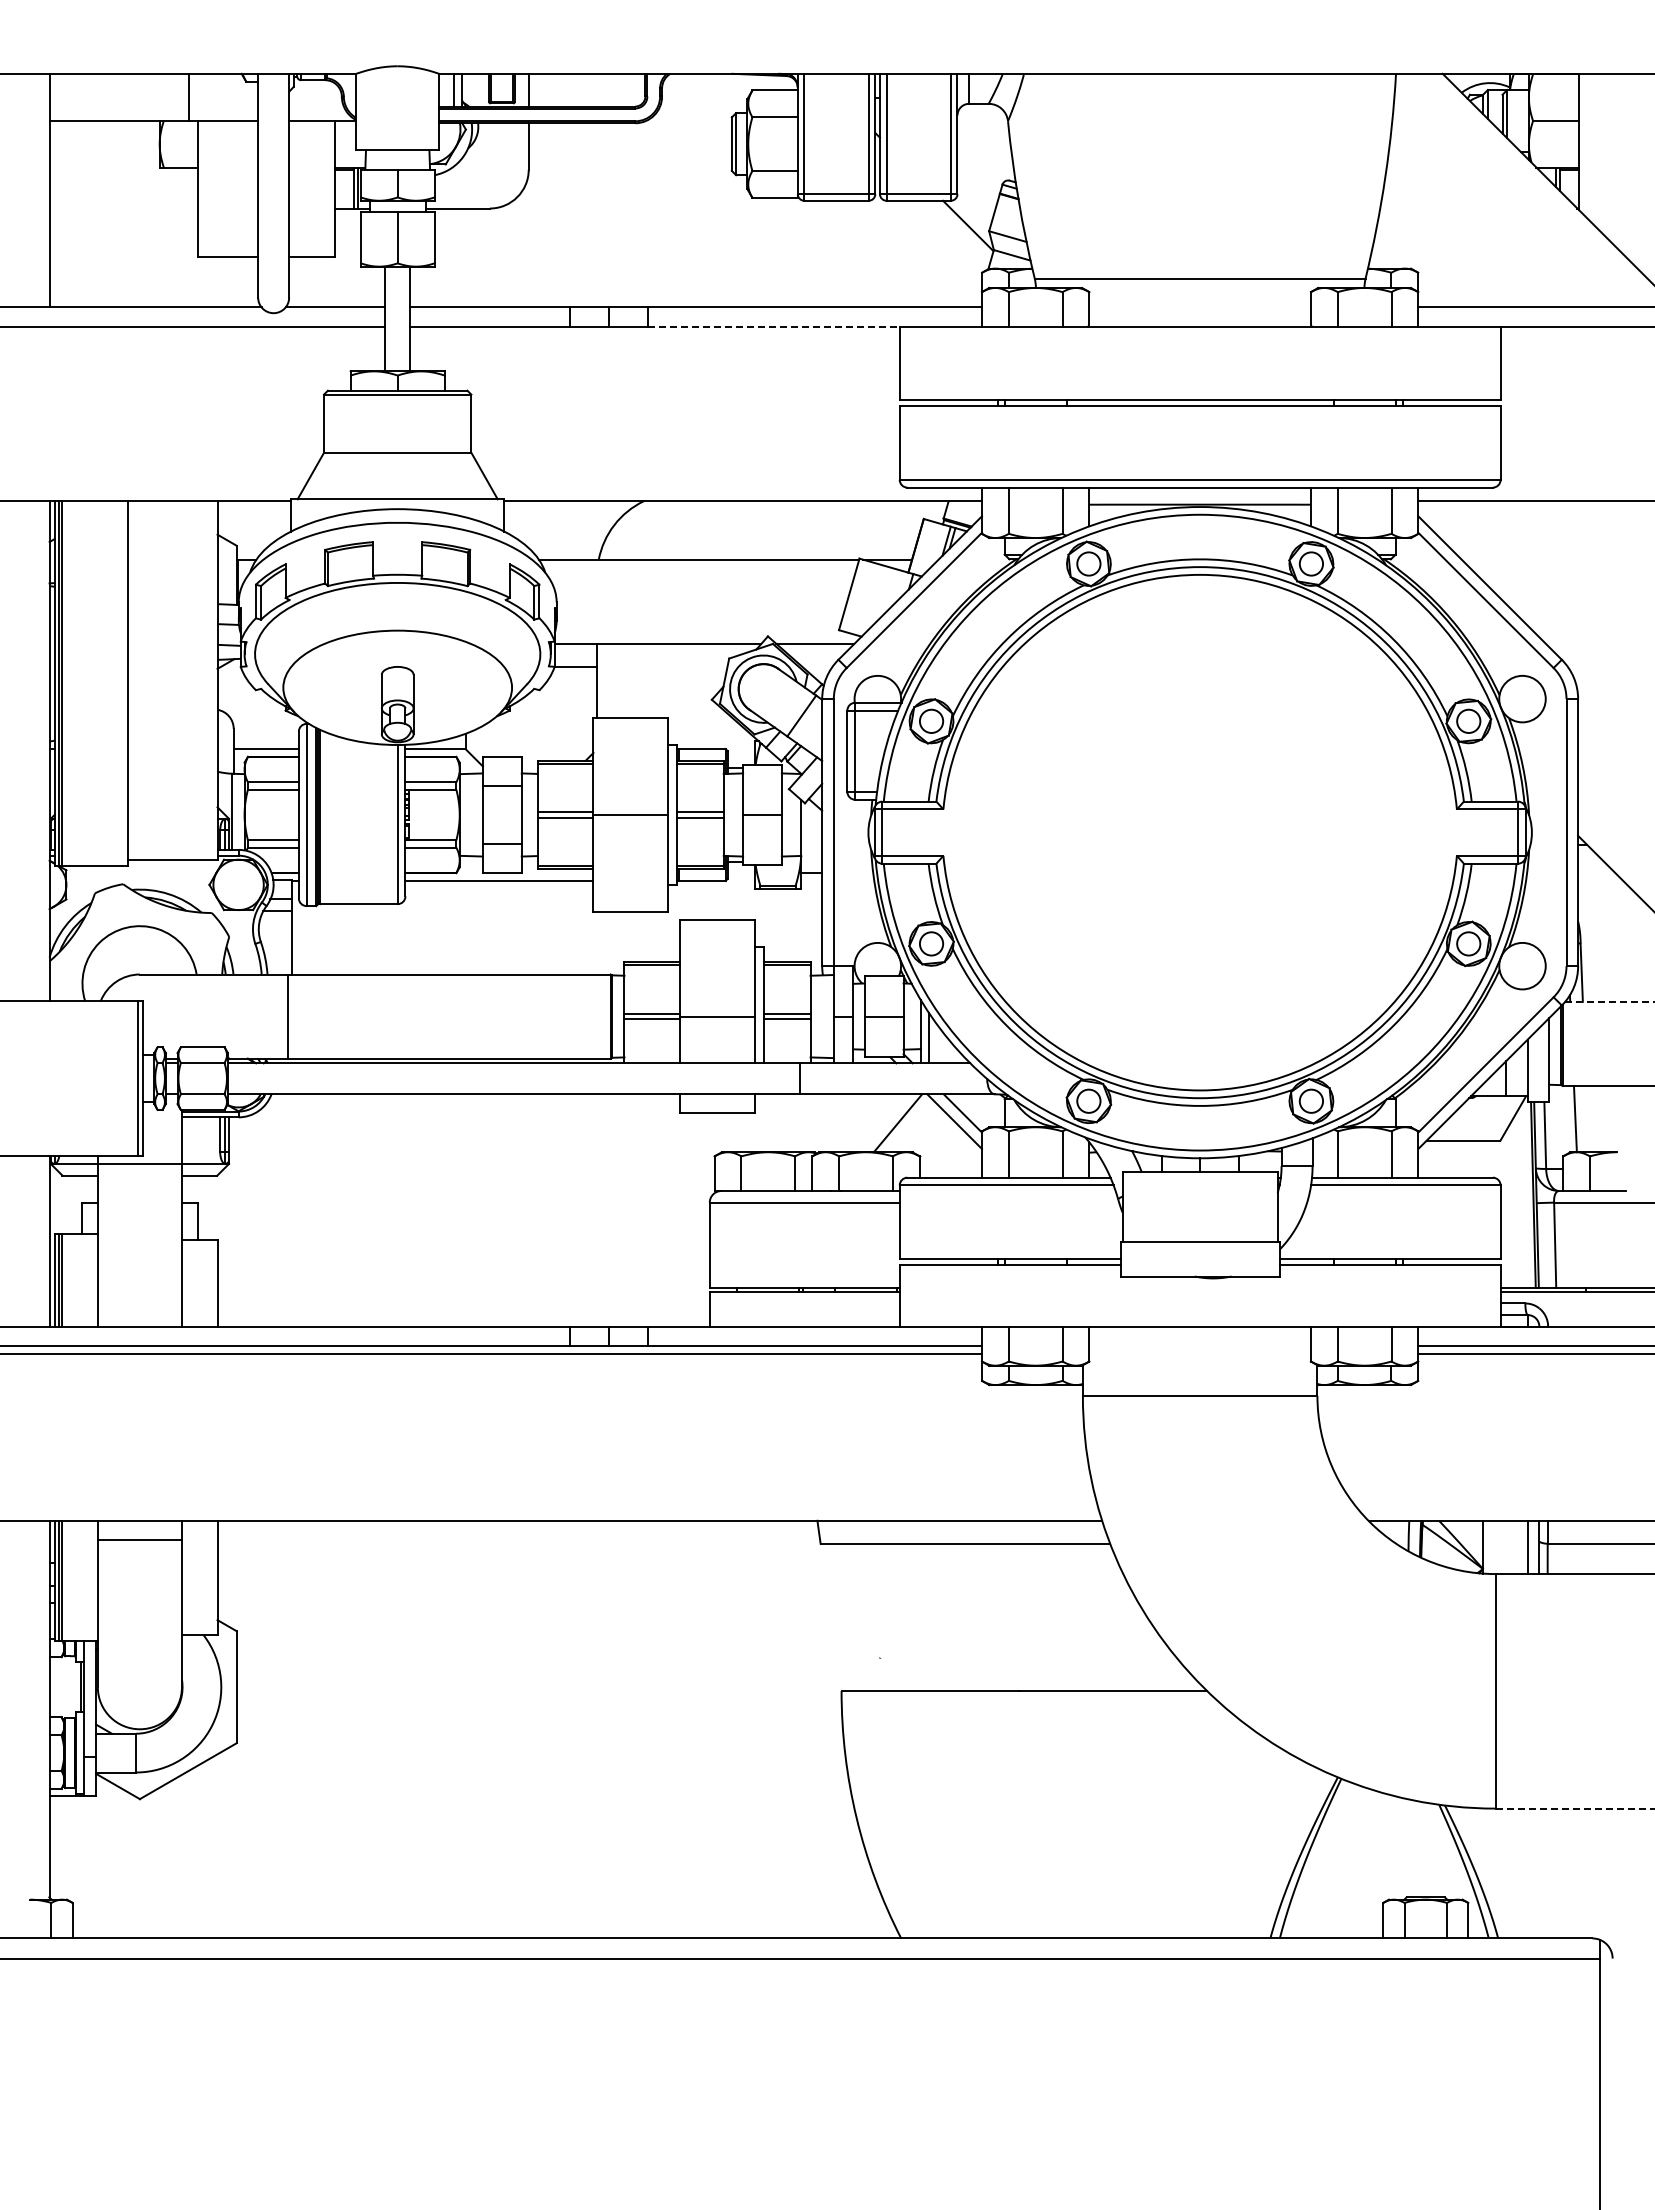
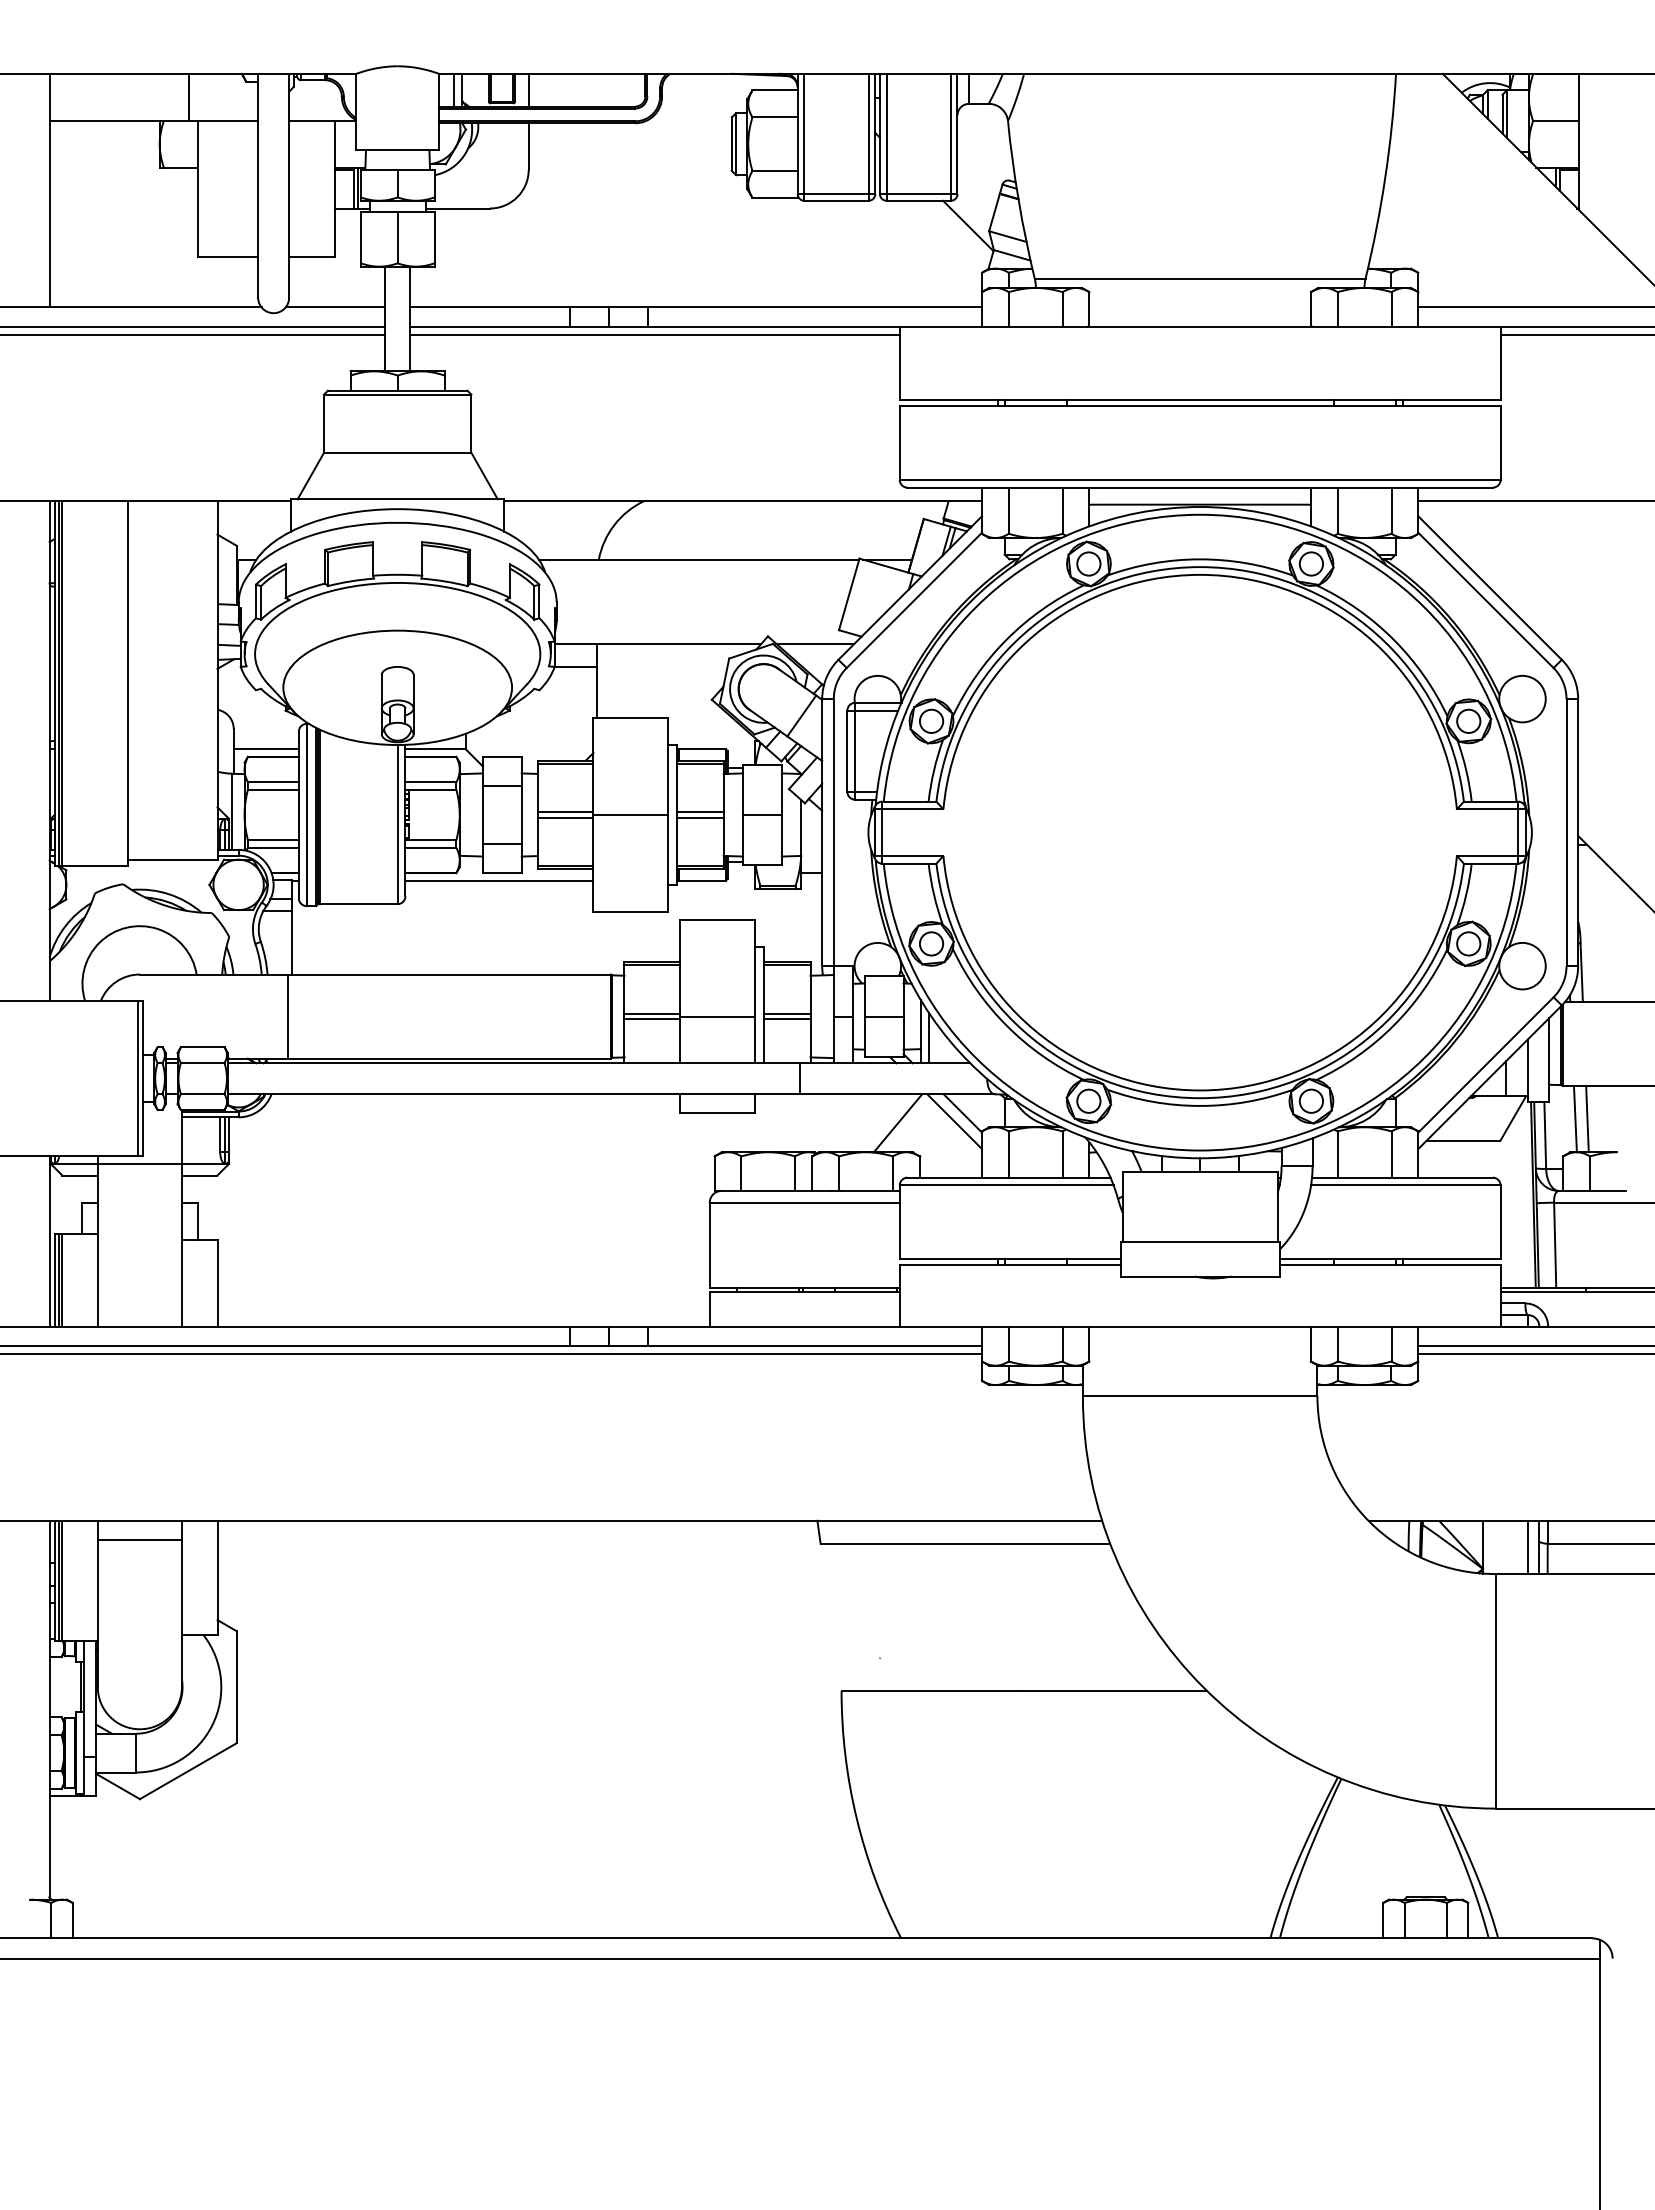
line at (773, 326): dashed -> solid
line at (193, 334): none -> present
line at (654, 334): none -> present
line at (1575, 334): none -> present
line at (1610, 1001): dashed -> solid
line at (1587, 1119): none -> present
line at (1575, 1808): dashed -> solid
